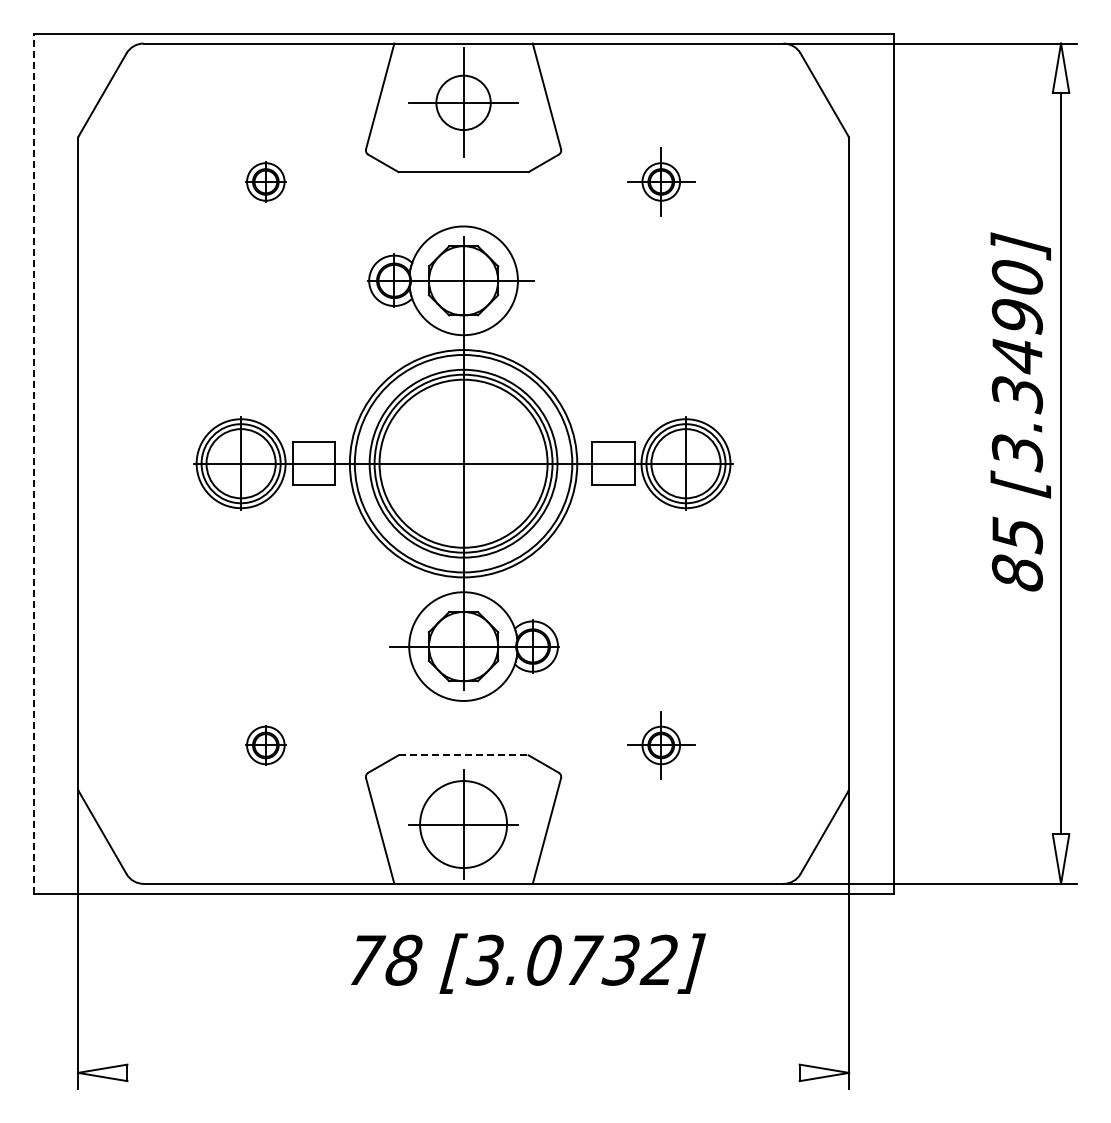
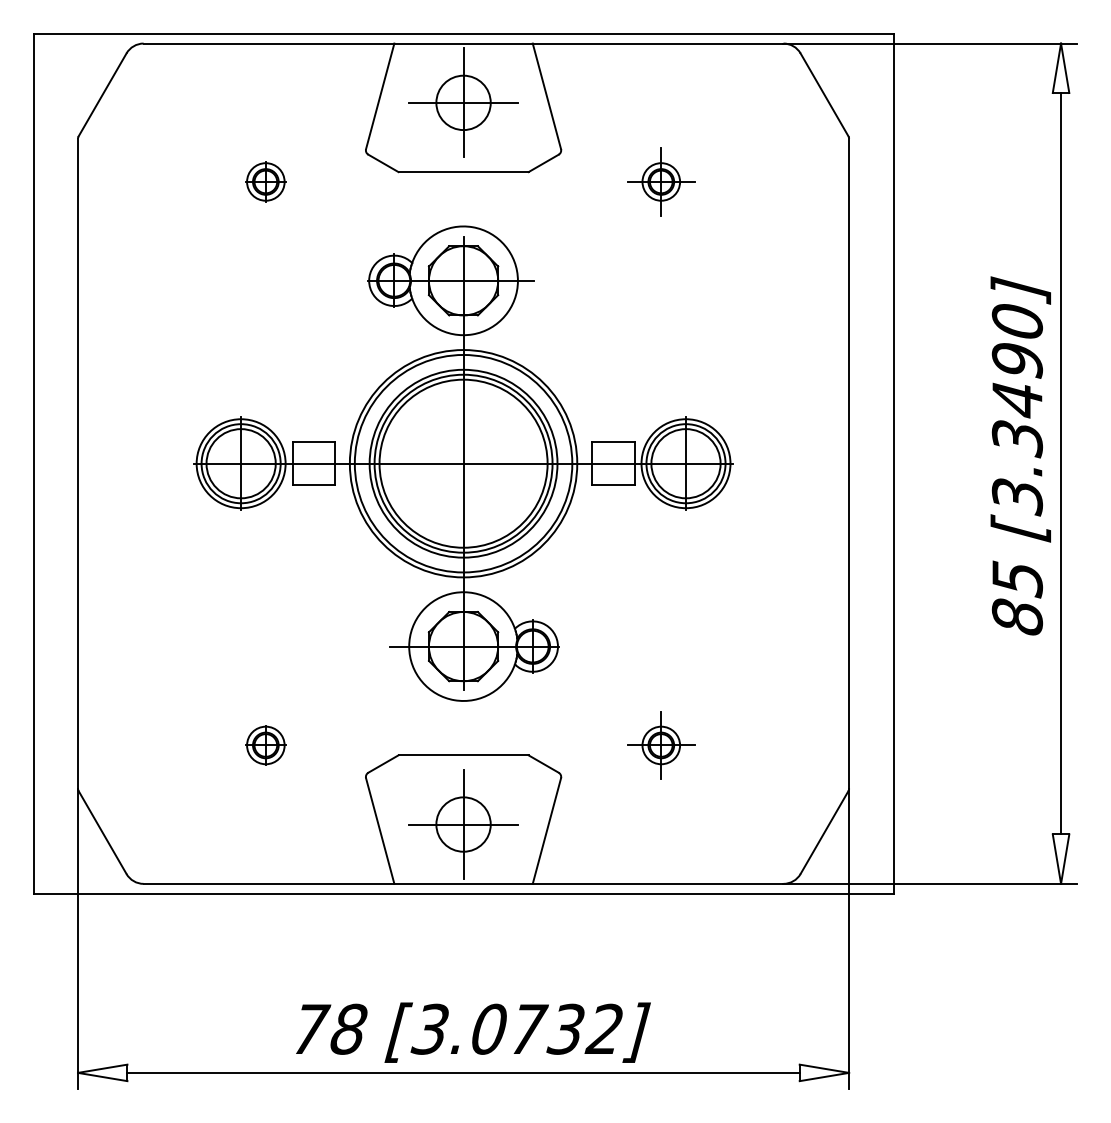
text at (1020, 411) position: (1020, 411) -> (1020, 455)
line at (33, 463): dashed -> solid
line at (464, 755): dashed -> solid
circle at (463, 824) diameter: 87 px -> 54 px
text at (528, 963) position: (528, 963) -> (473, 1032)
line at (463, 1072): none -> present
